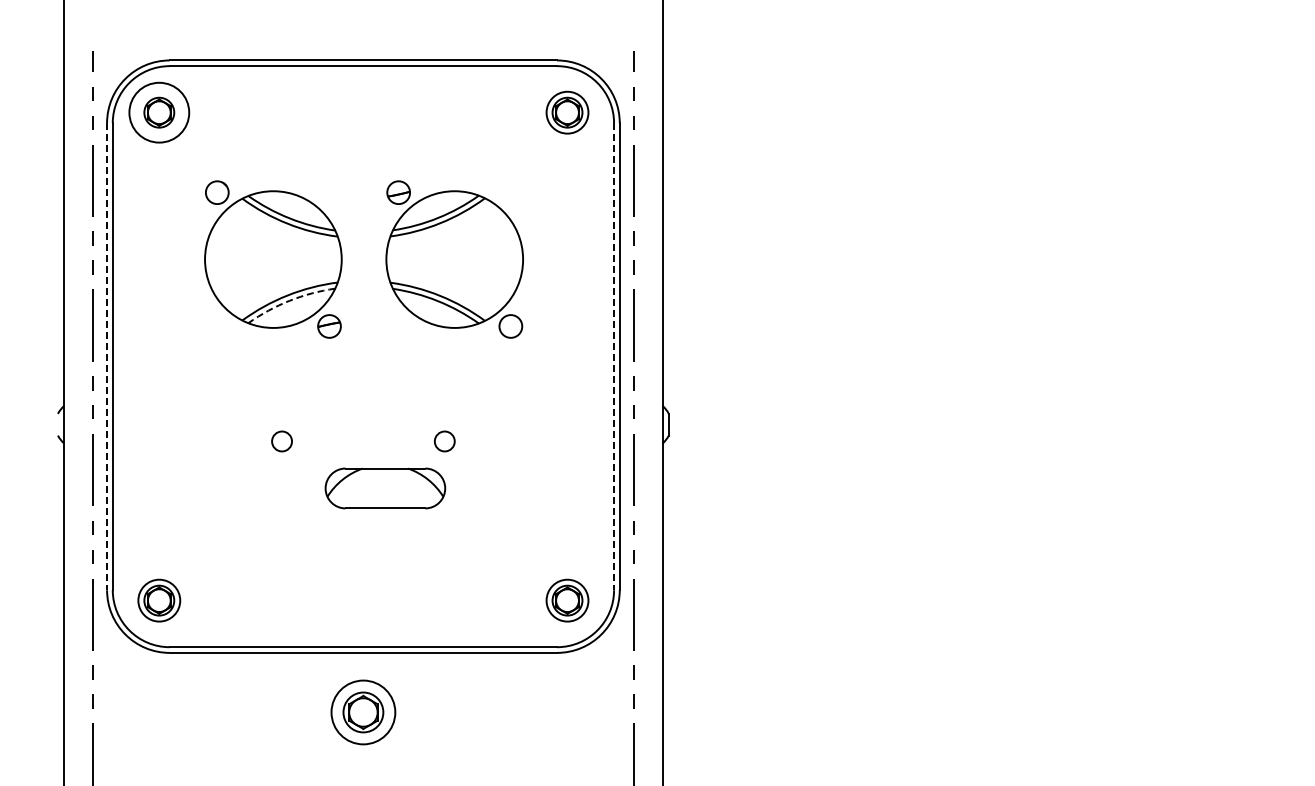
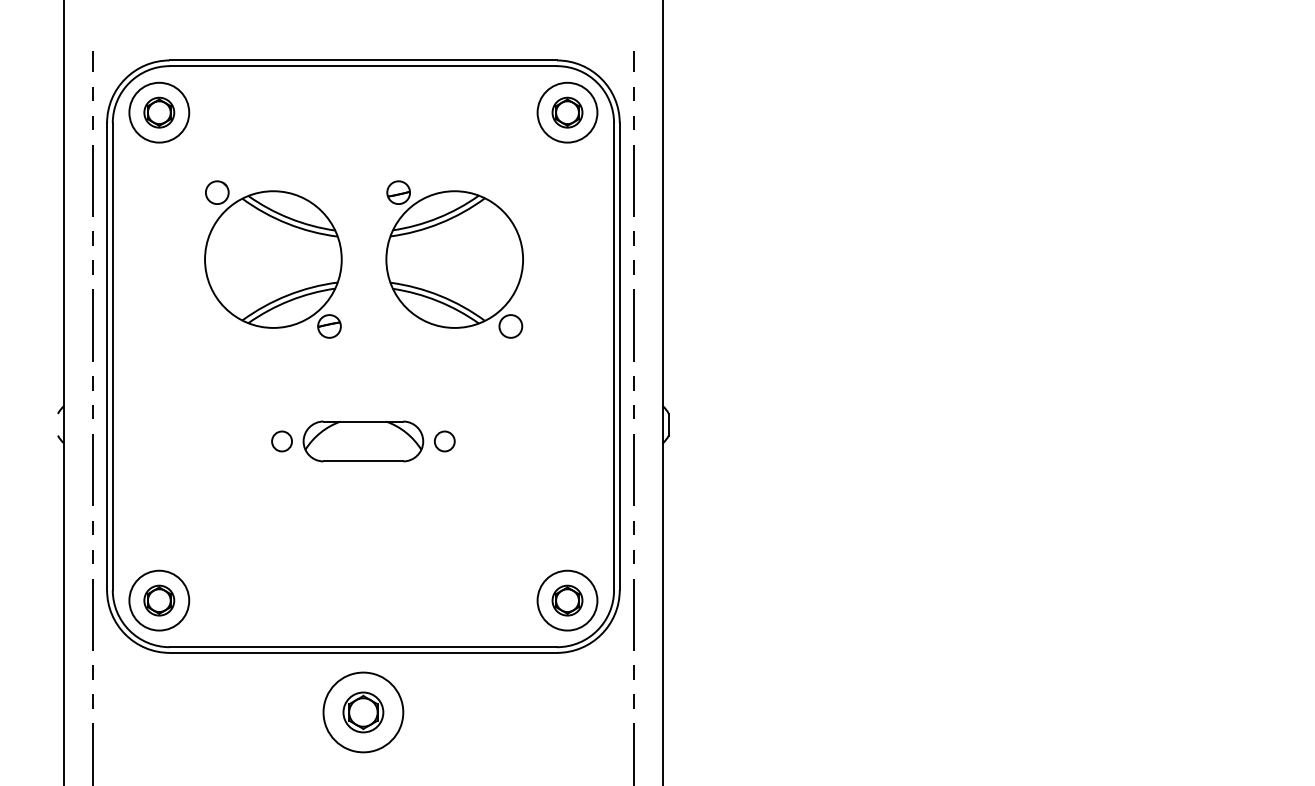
circle at (567, 112) diameter: 42 px -> 60 px
arc at (289, 300): dashed -> solid
line at (107, 356): dashed -> solid
line at (614, 356): dashed -> solid
part at (385, 488) position: (385, 488) -> (363, 441)
circle at (159, 600) diameter: 42 px -> 60 px
circle at (567, 600) diameter: 42 px -> 60 px
circle at (363, 712) diameter: 64 px -> 80 px
